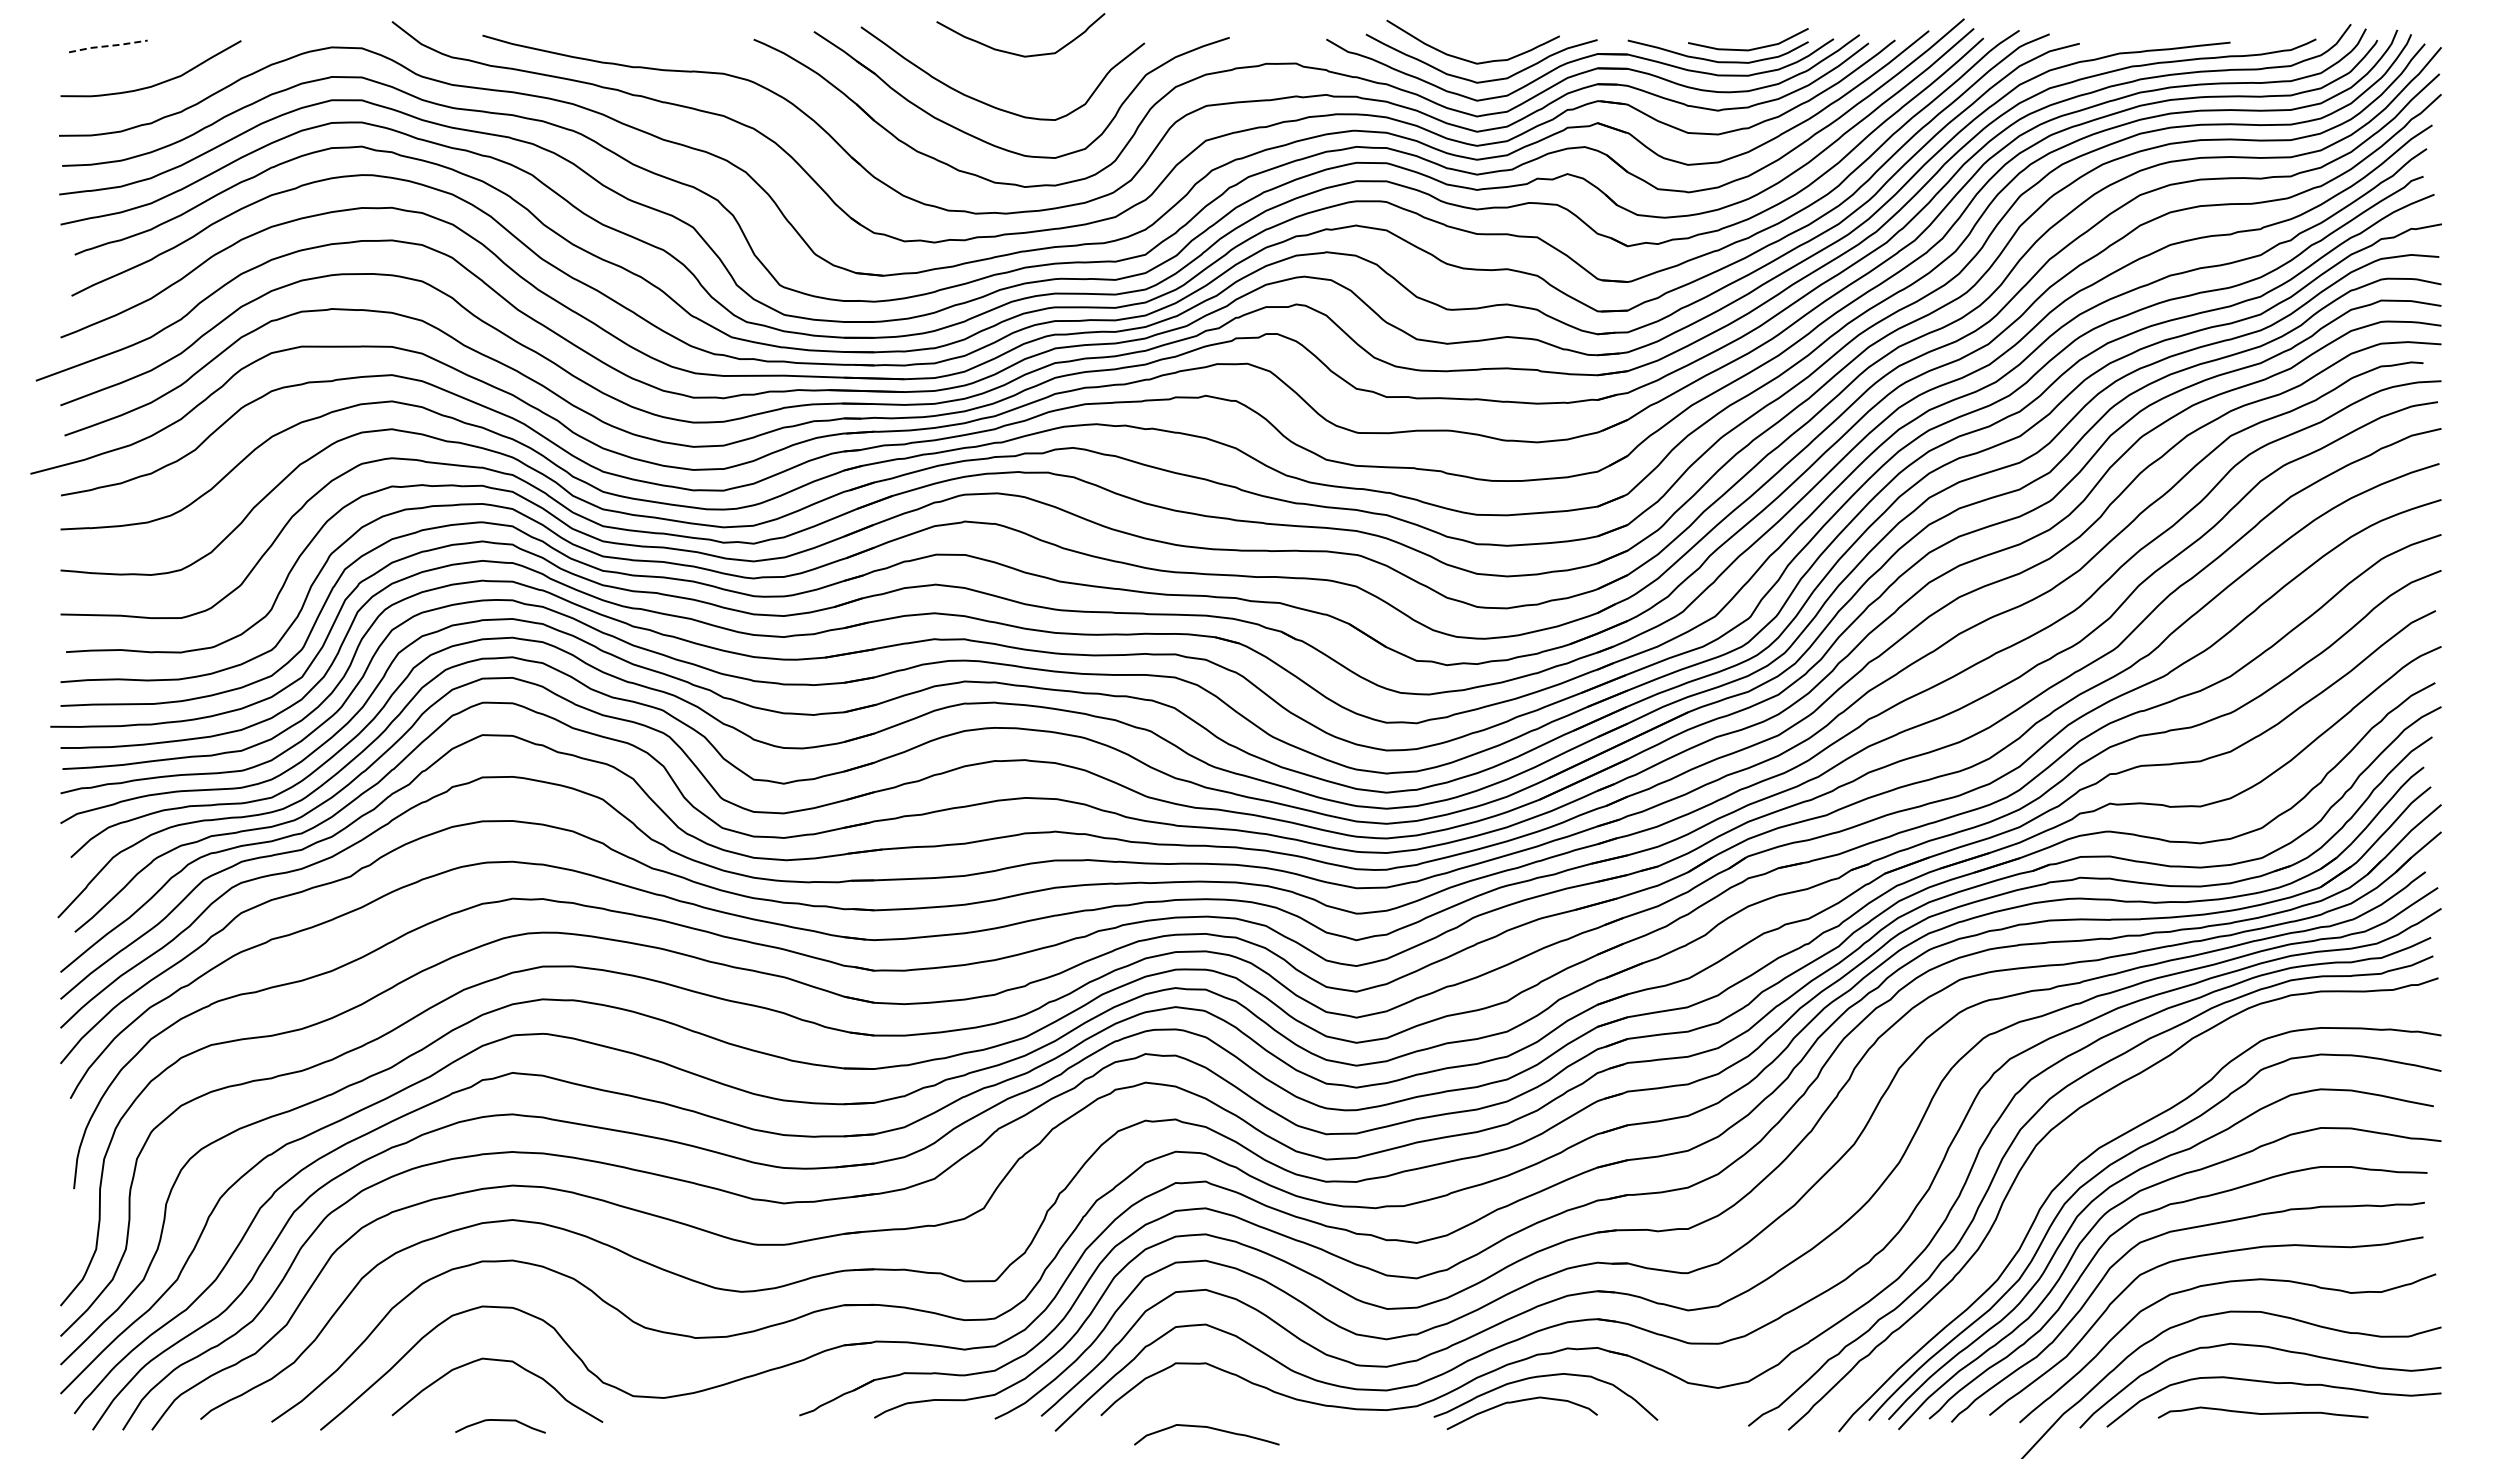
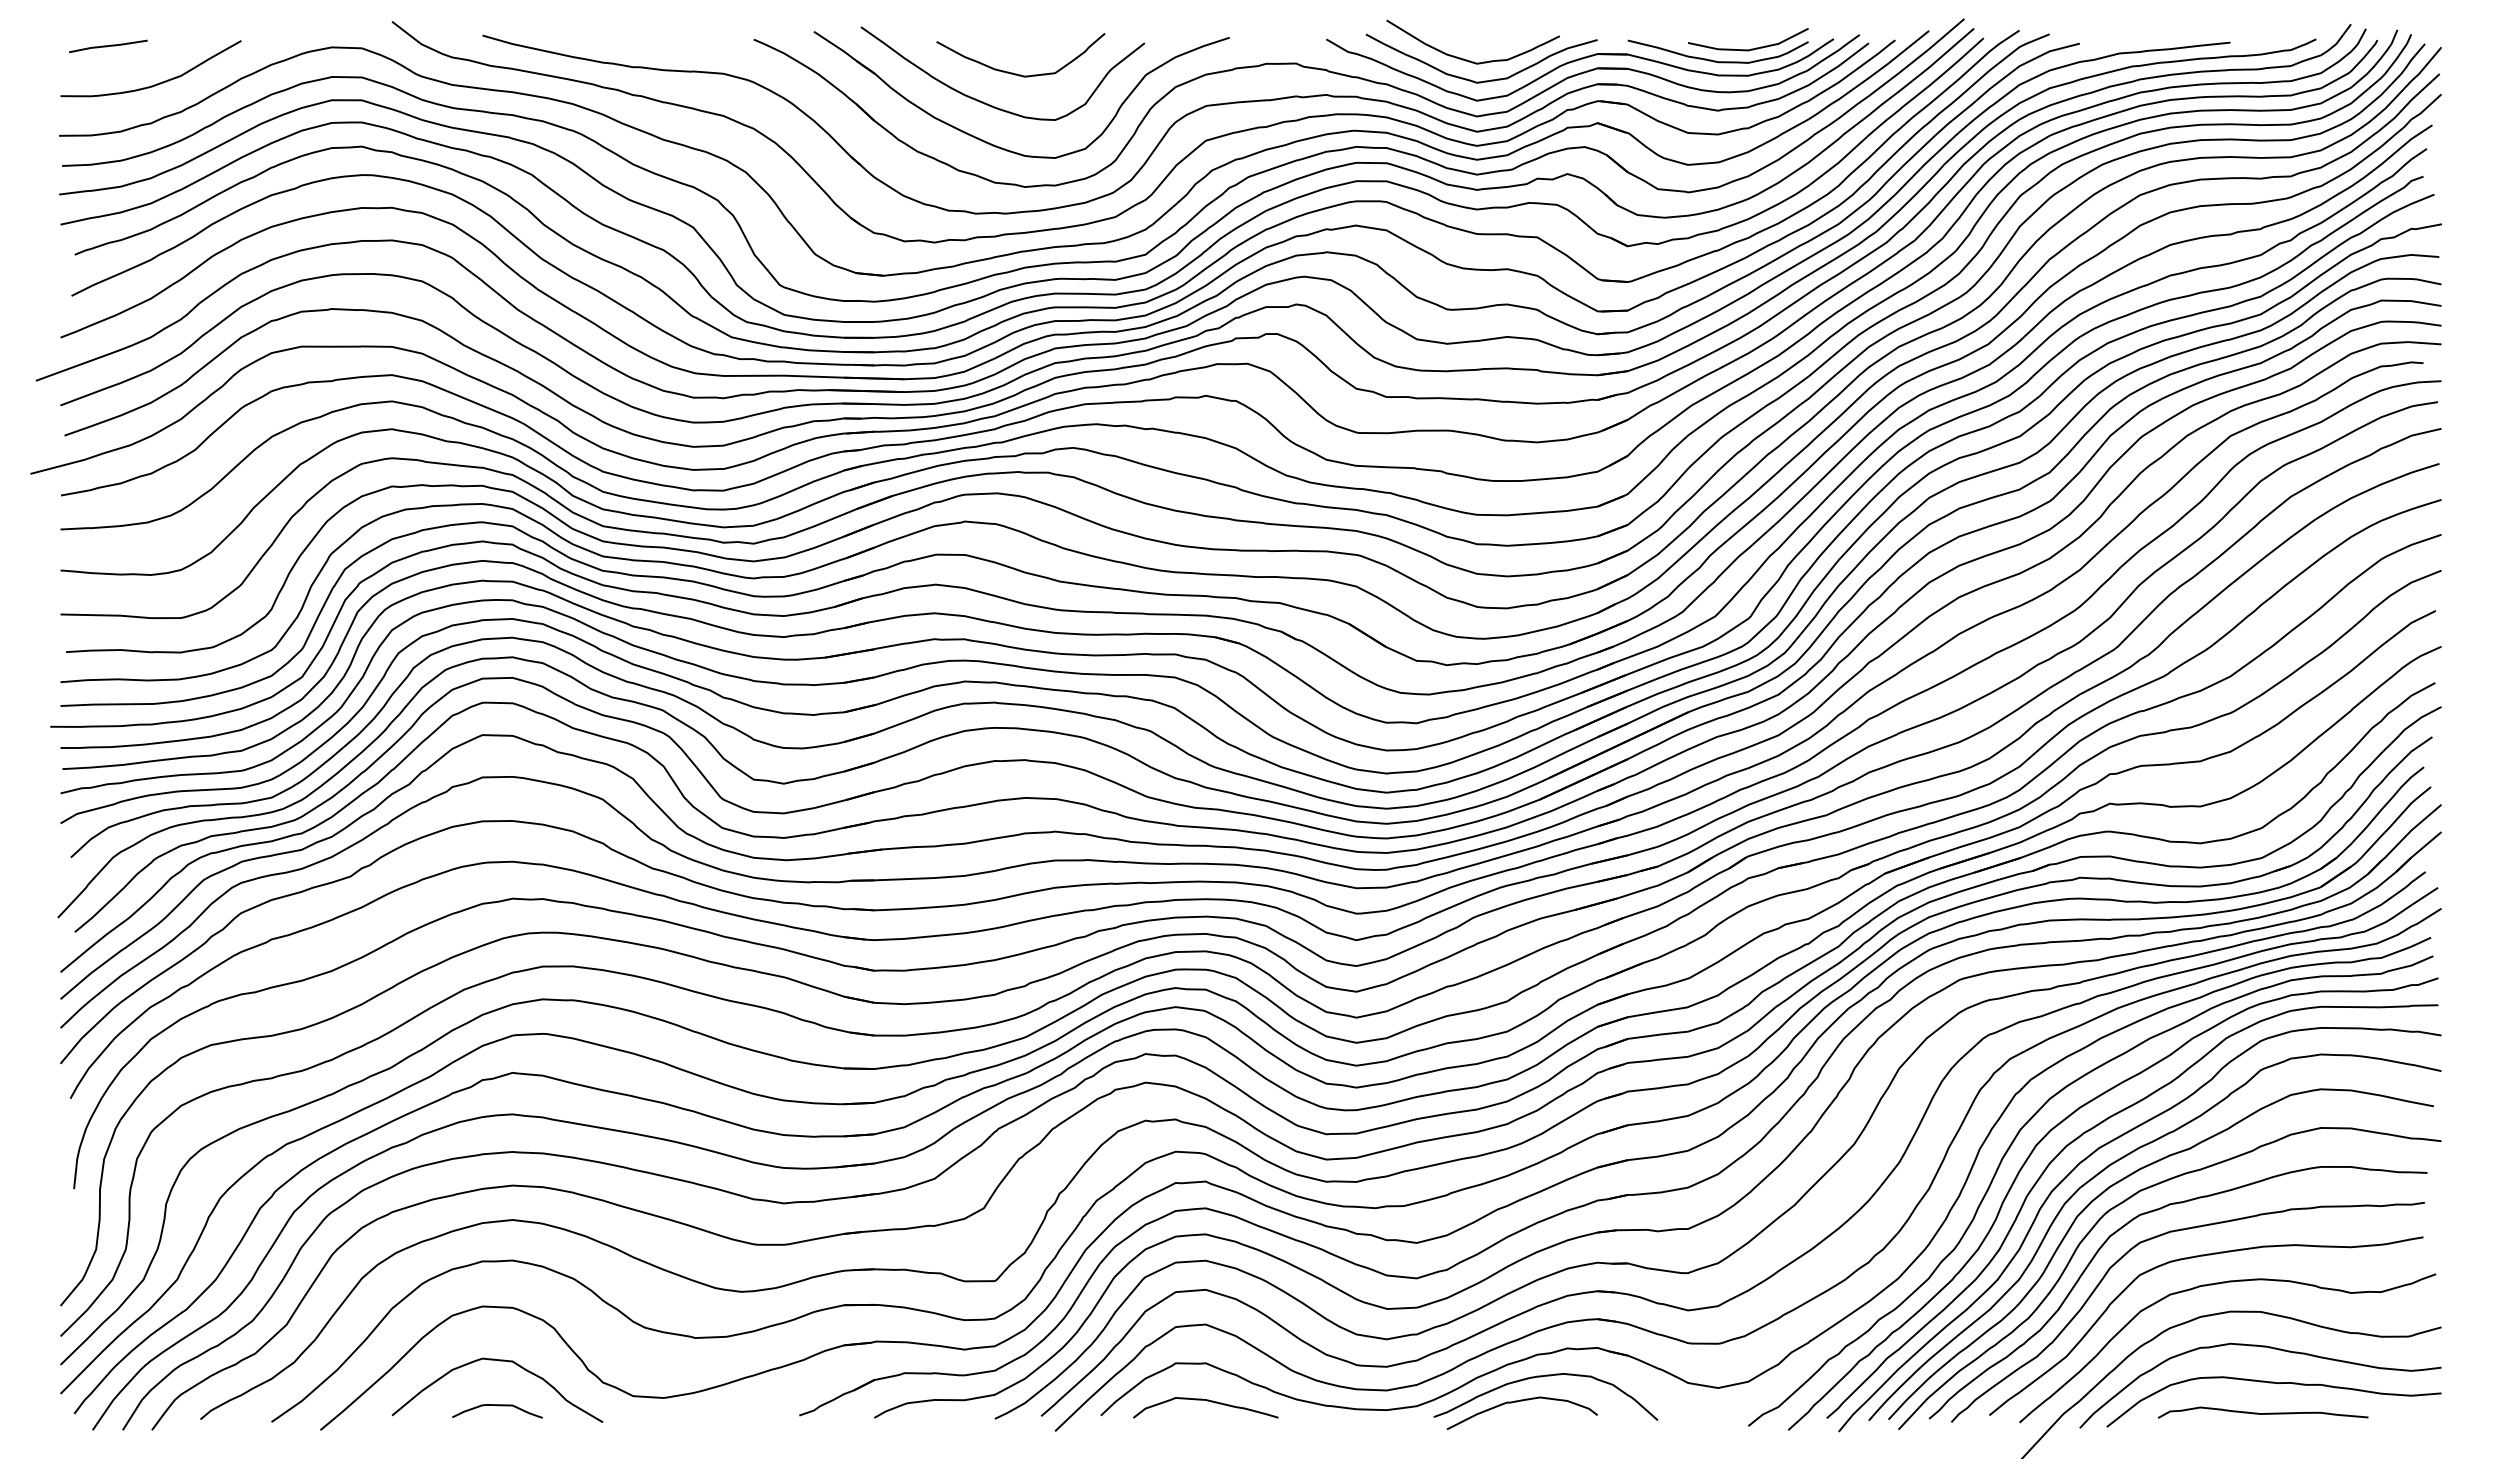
line at (108, 46): dashed -> solid
curve at (1016, 53) position: (1016, 53) -> (1016, 73)
curve at (2080, 1137): none -> present
curve at (500, 1421) position: (500, 1421) -> (497, 1406)
curve at (1207, 1428) position: (1207, 1428) -> (1206, 1401)
